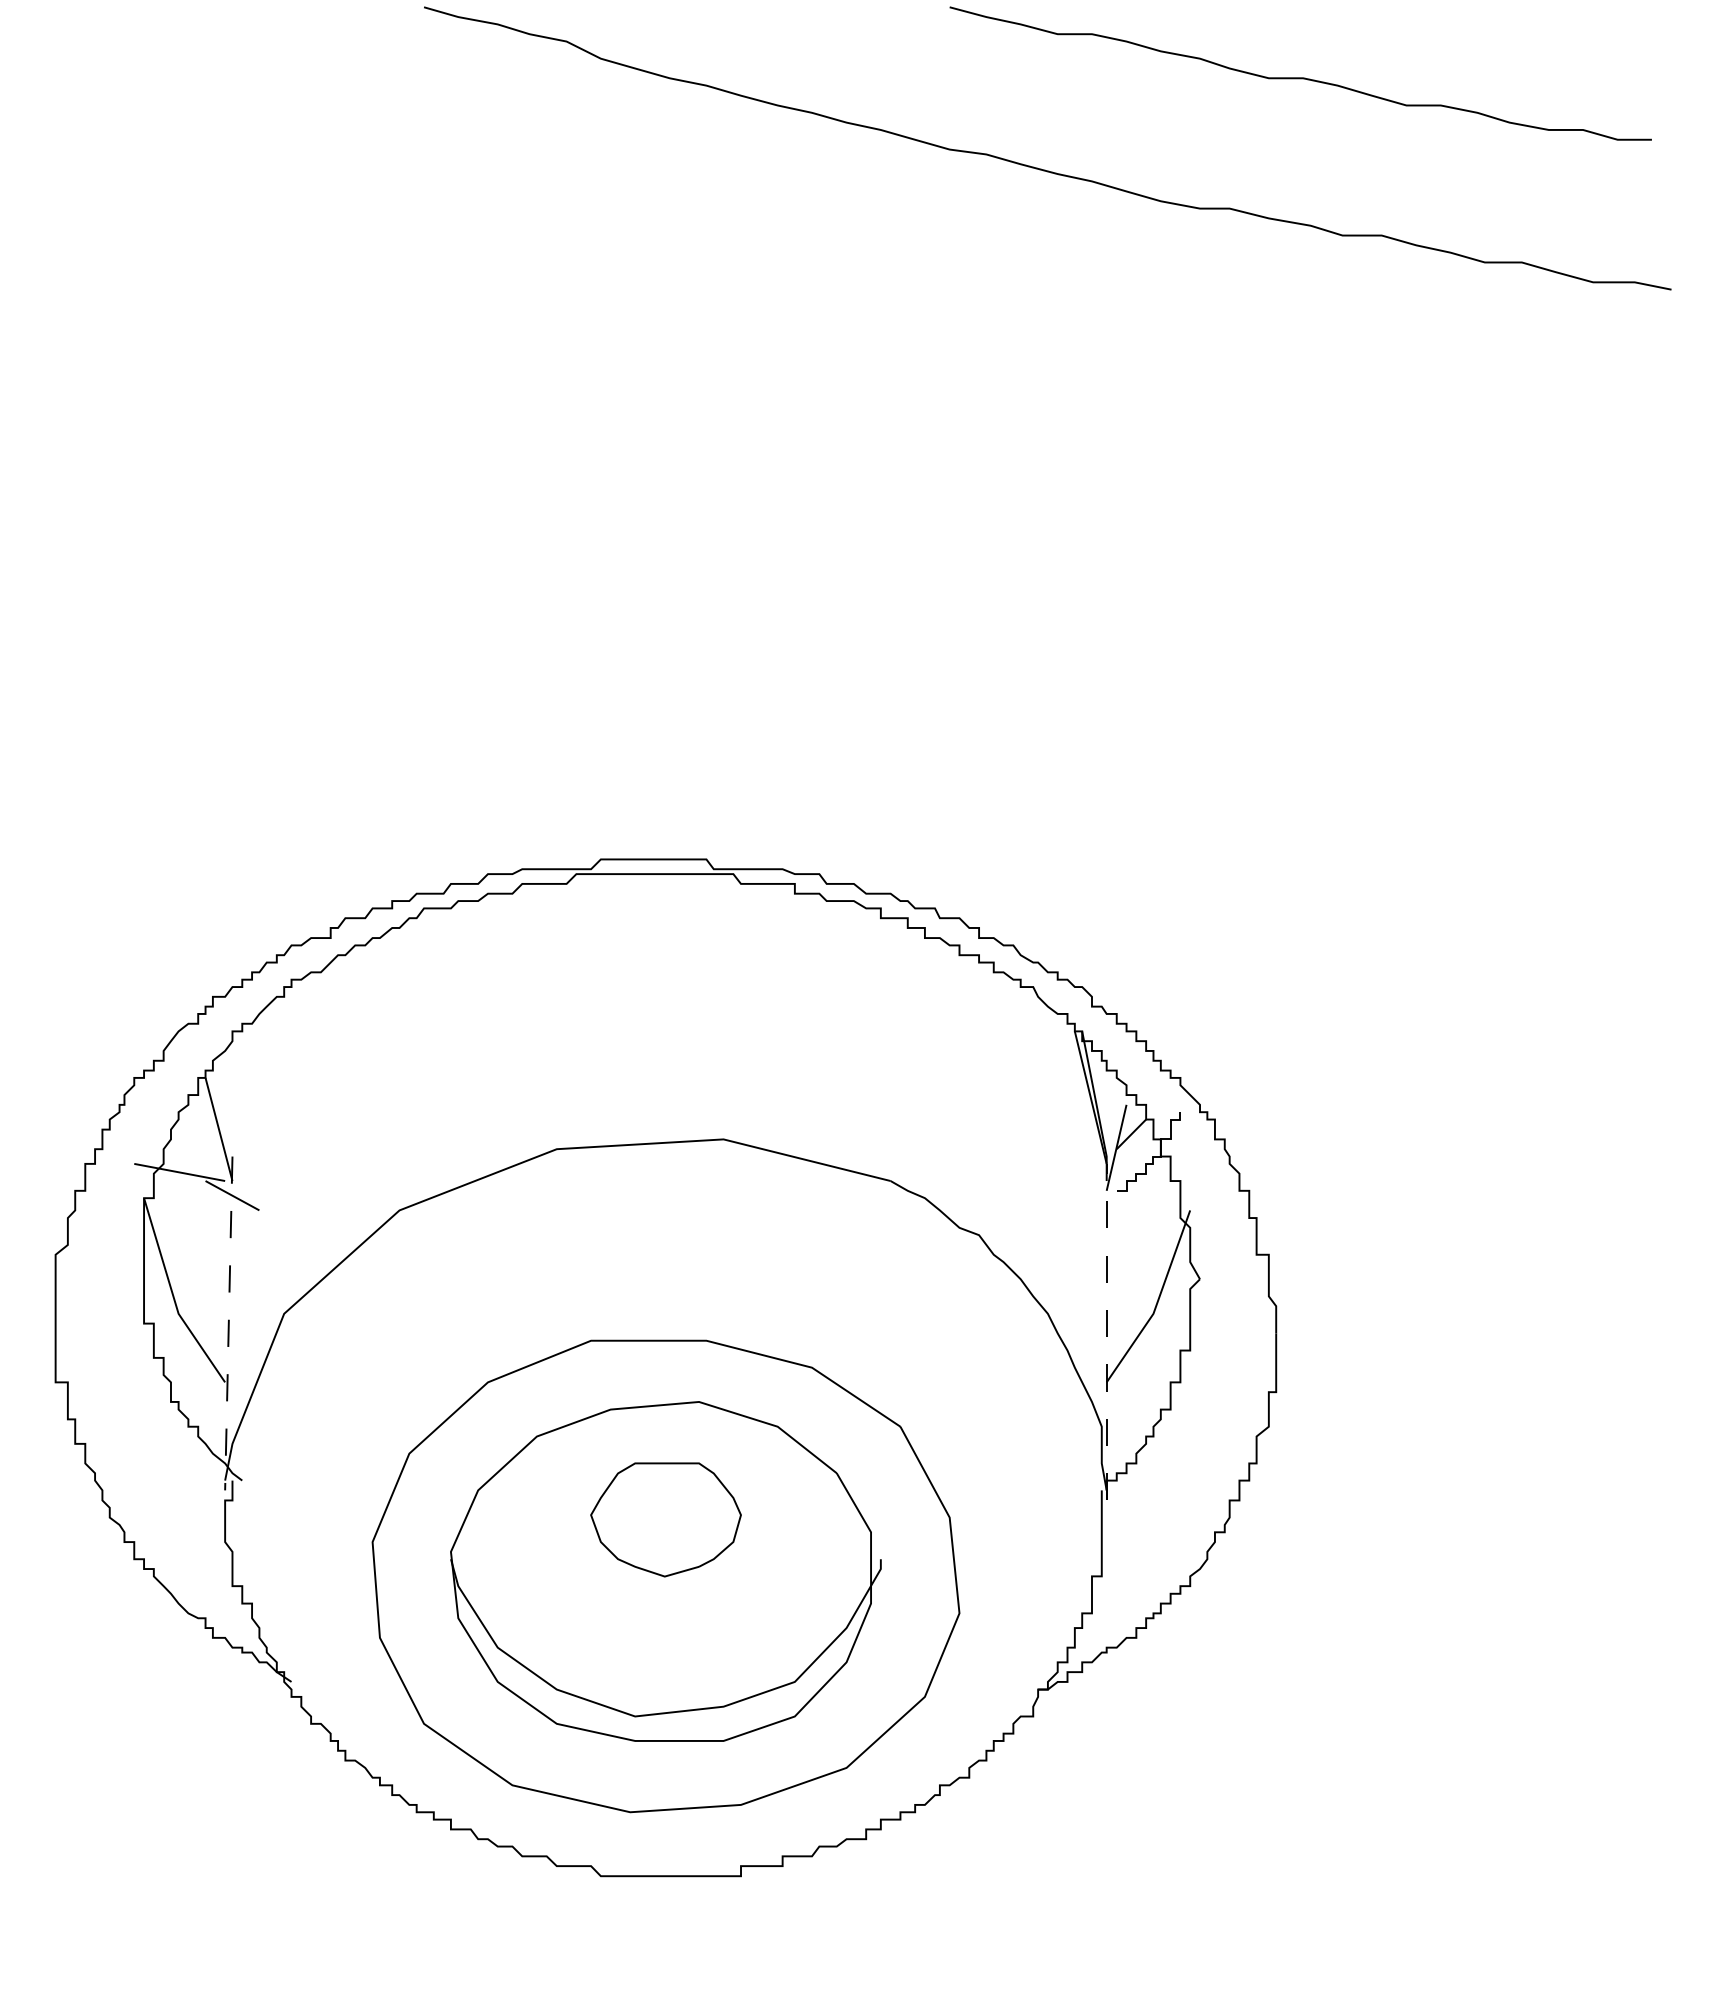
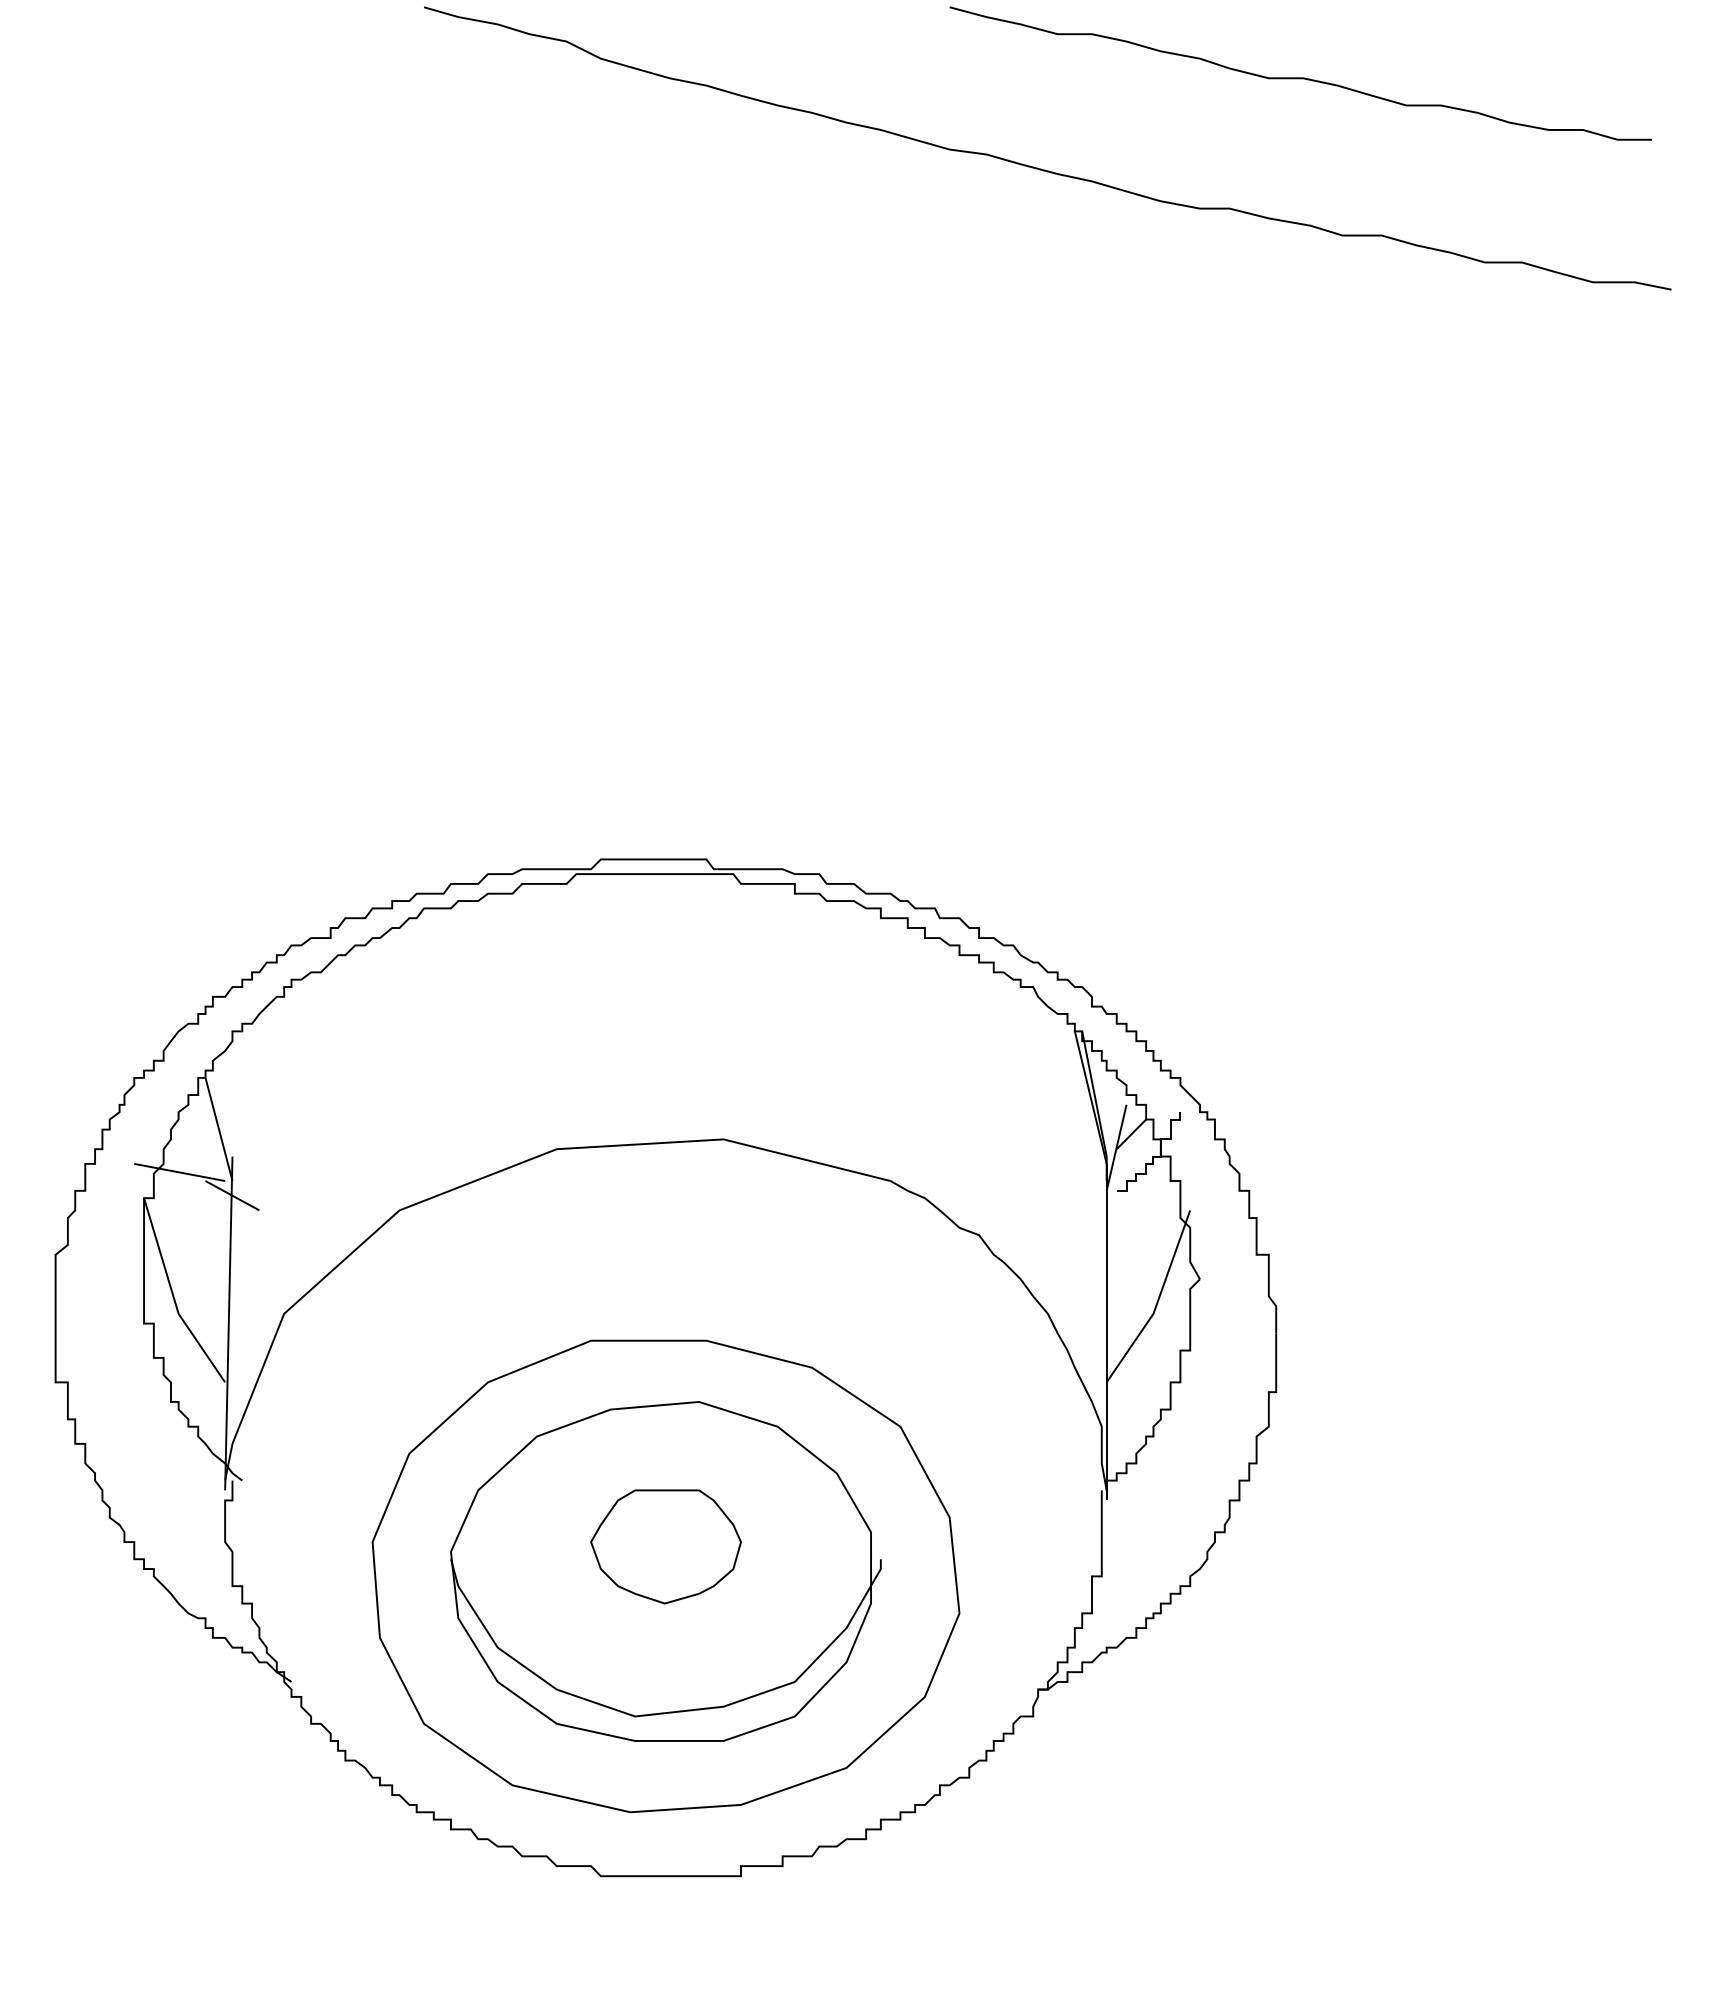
line at (228, 1323): dashed -> solid
line at (1106, 1331): dashed -> solid
part at (665, 1519) position: (665, 1519) -> (665, 1546)
